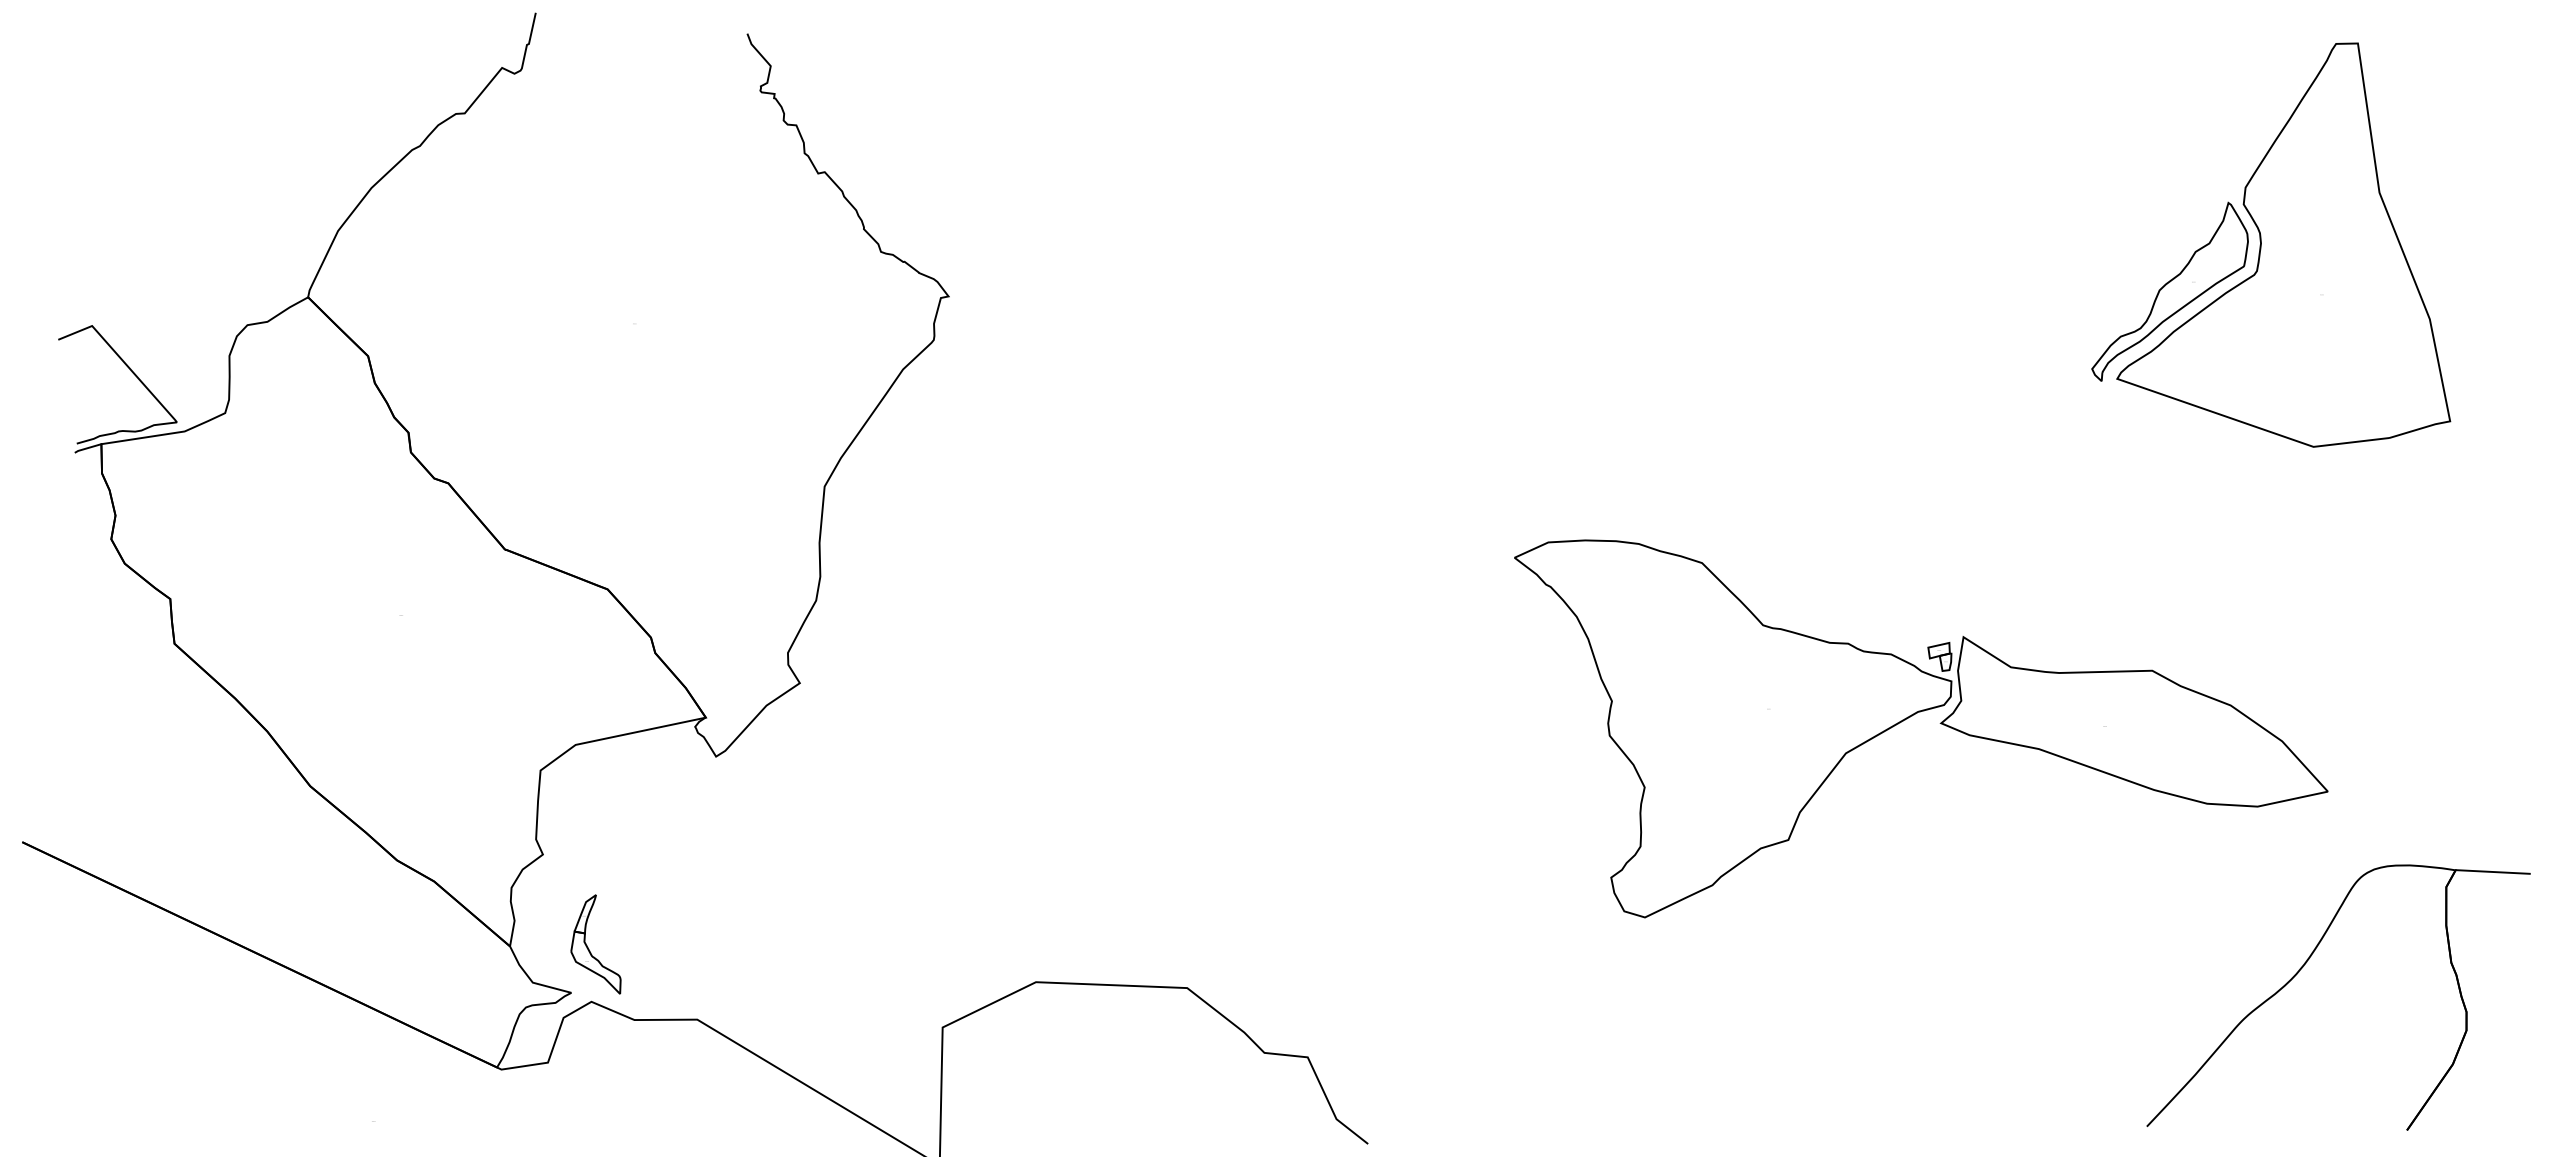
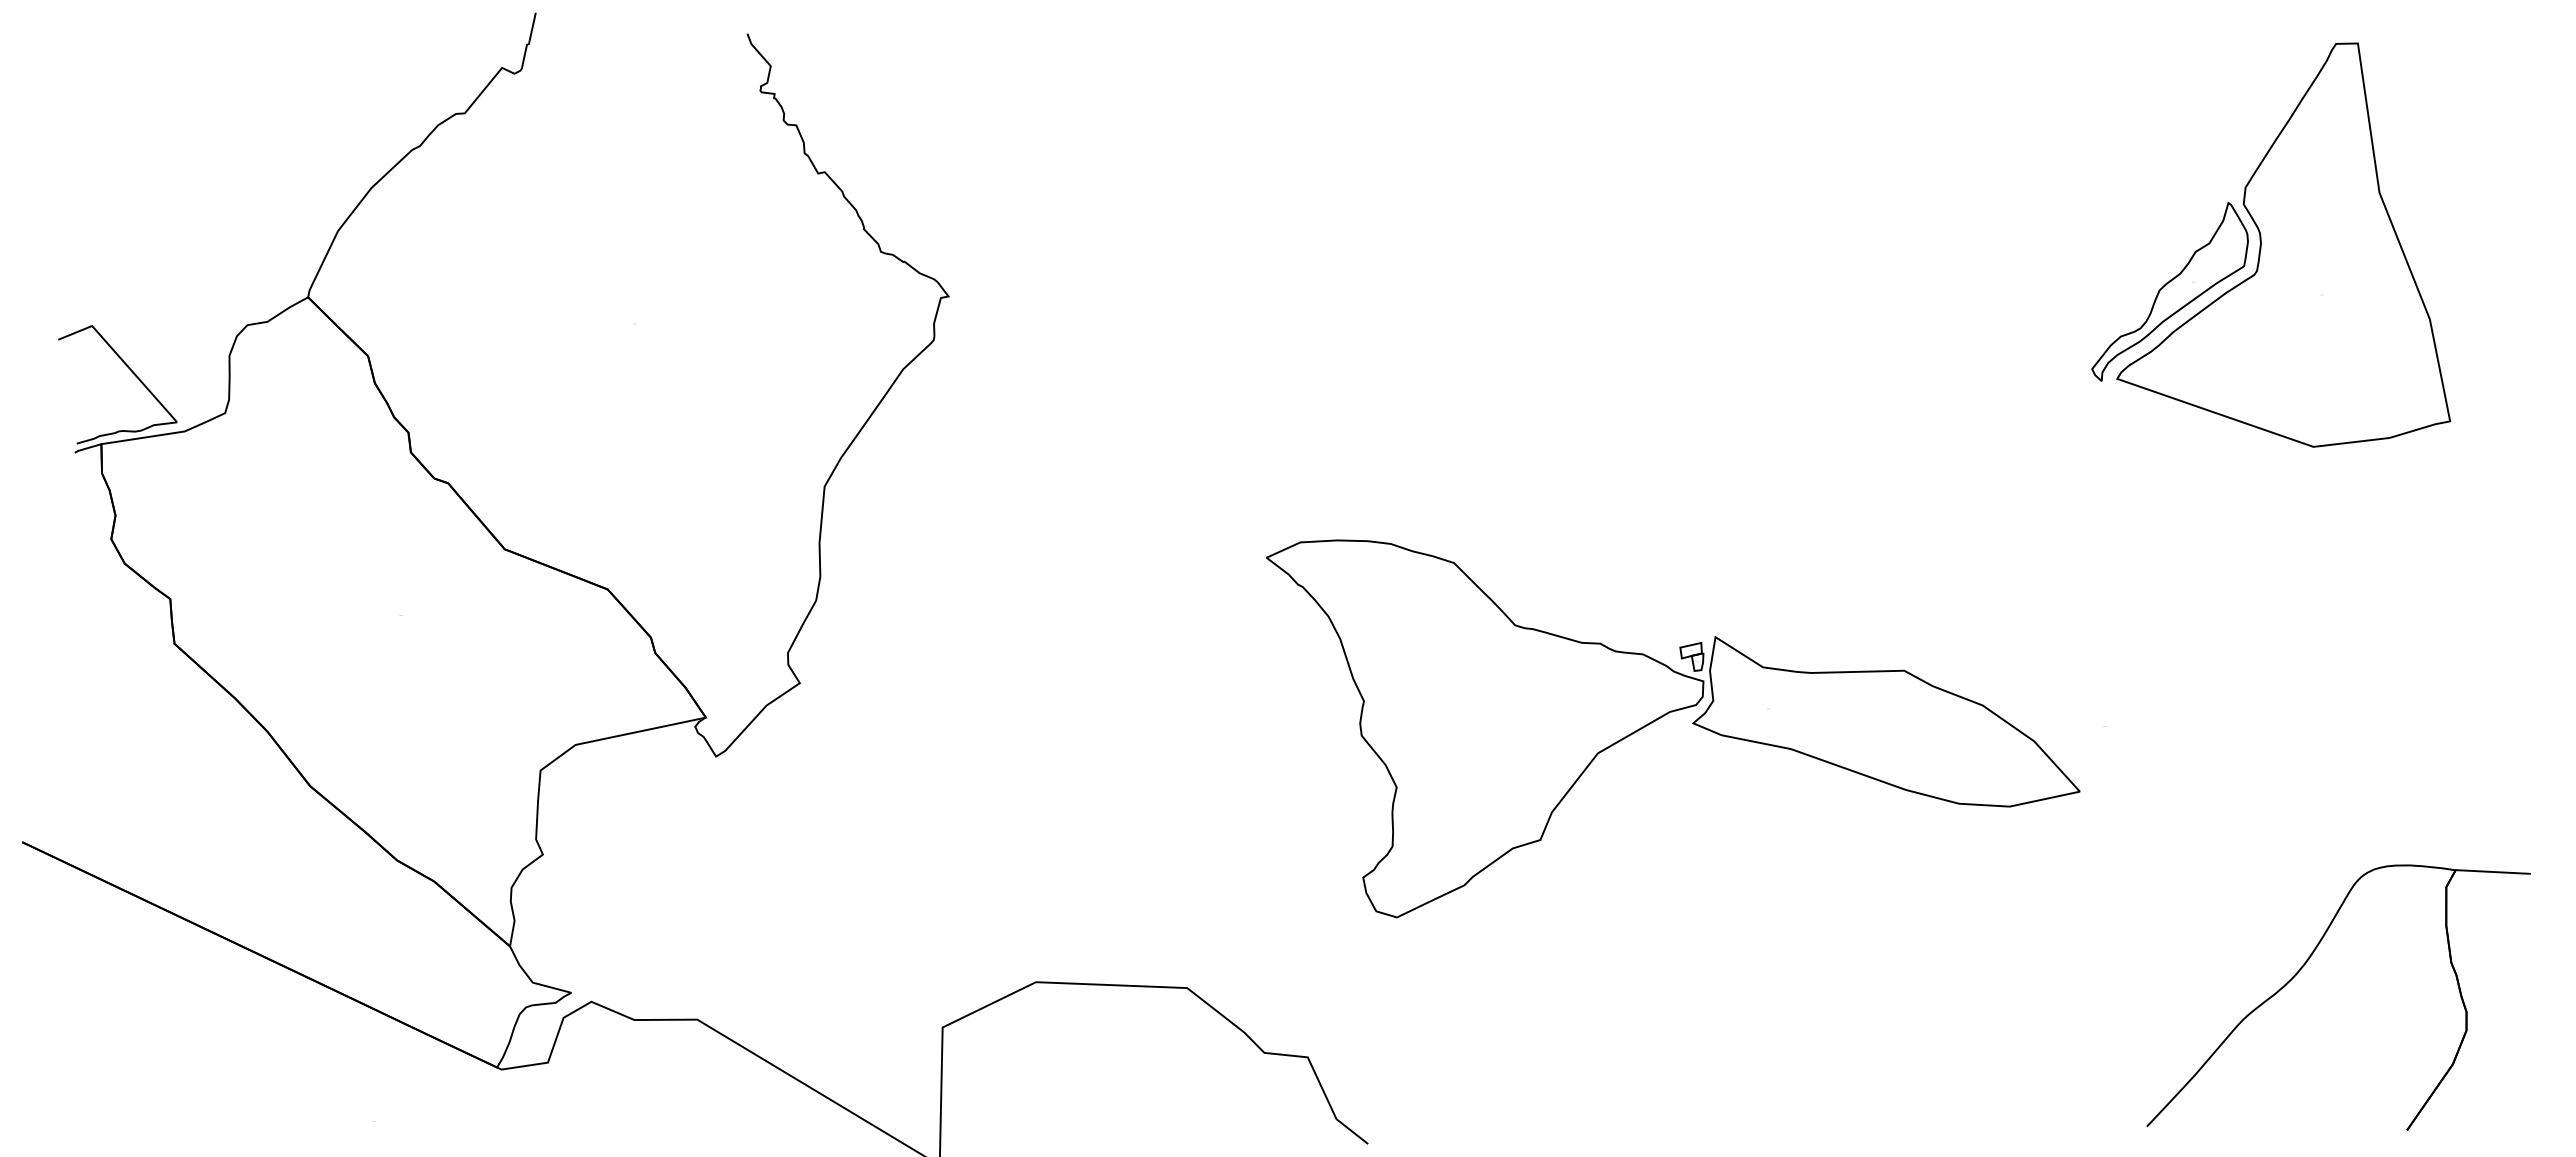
part at (1912, 716) position: (1912, 716) -> (1664, 716)
part at (588, 947): present -> none
